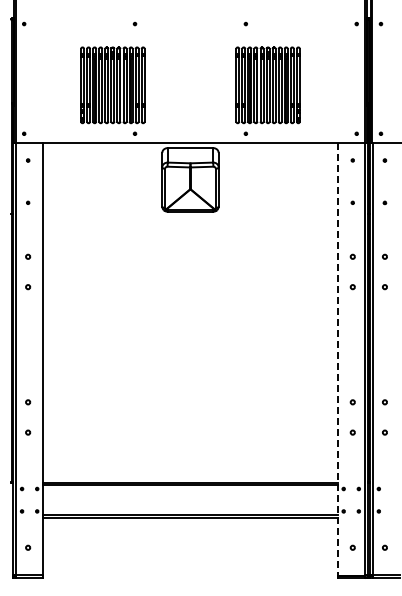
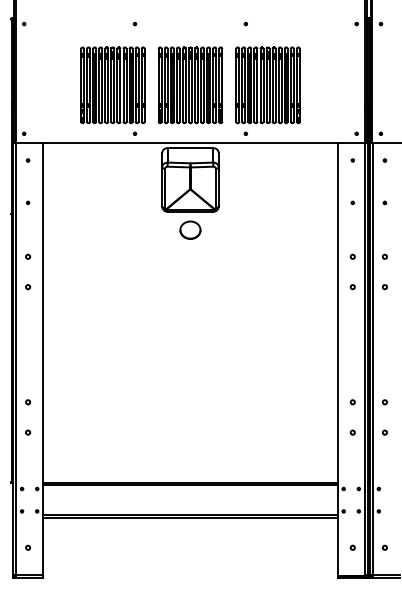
part at (190, 85): none -> present
part at (190, 229): none -> present
line at (337, 359): dashed -> solid
